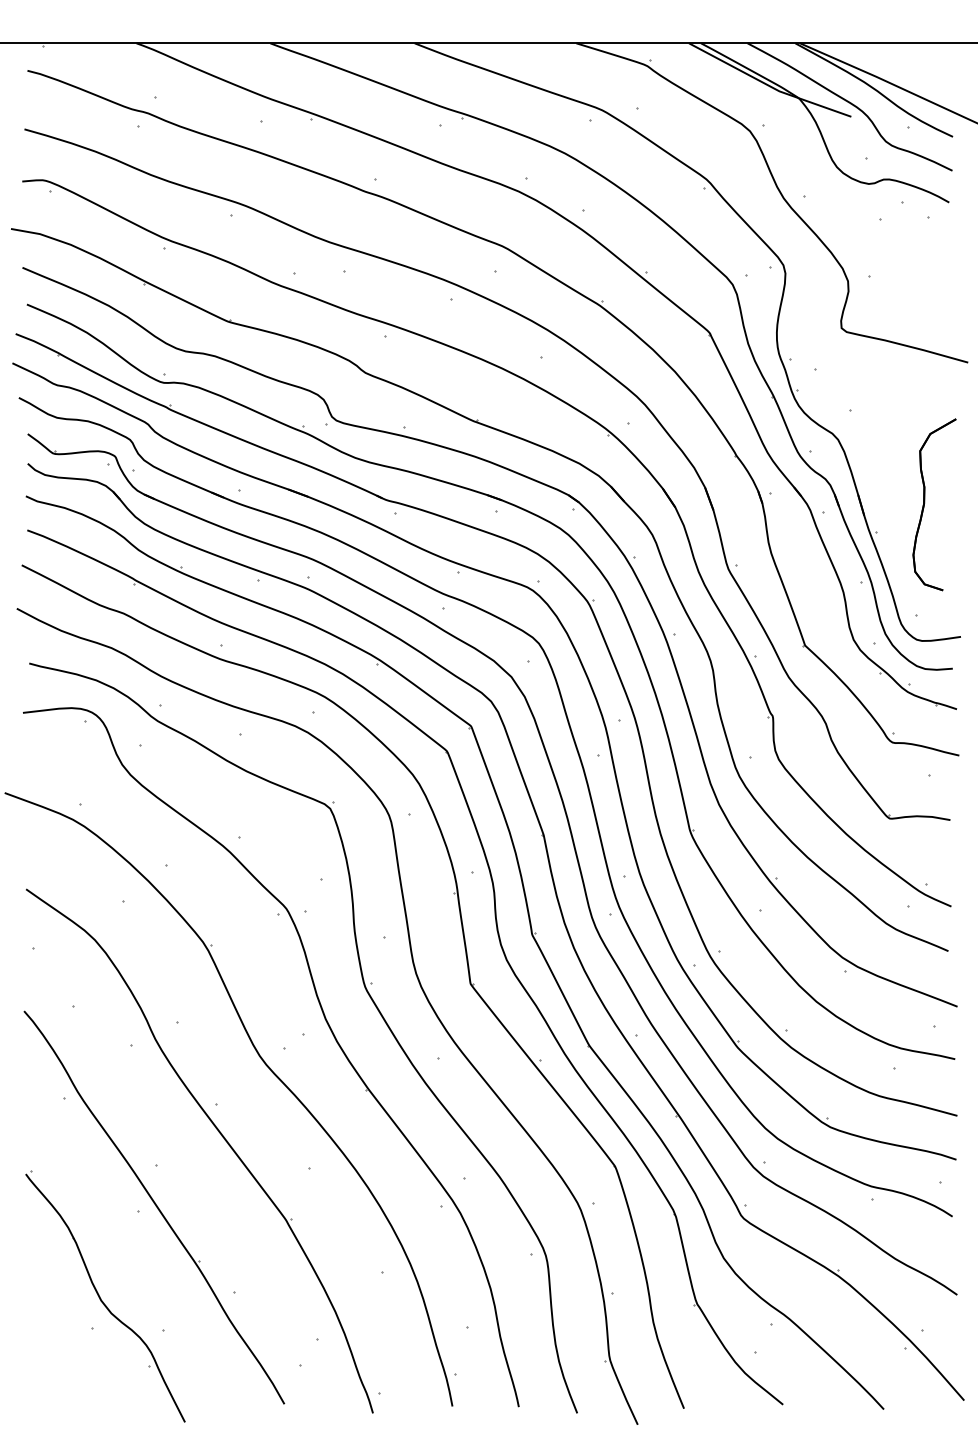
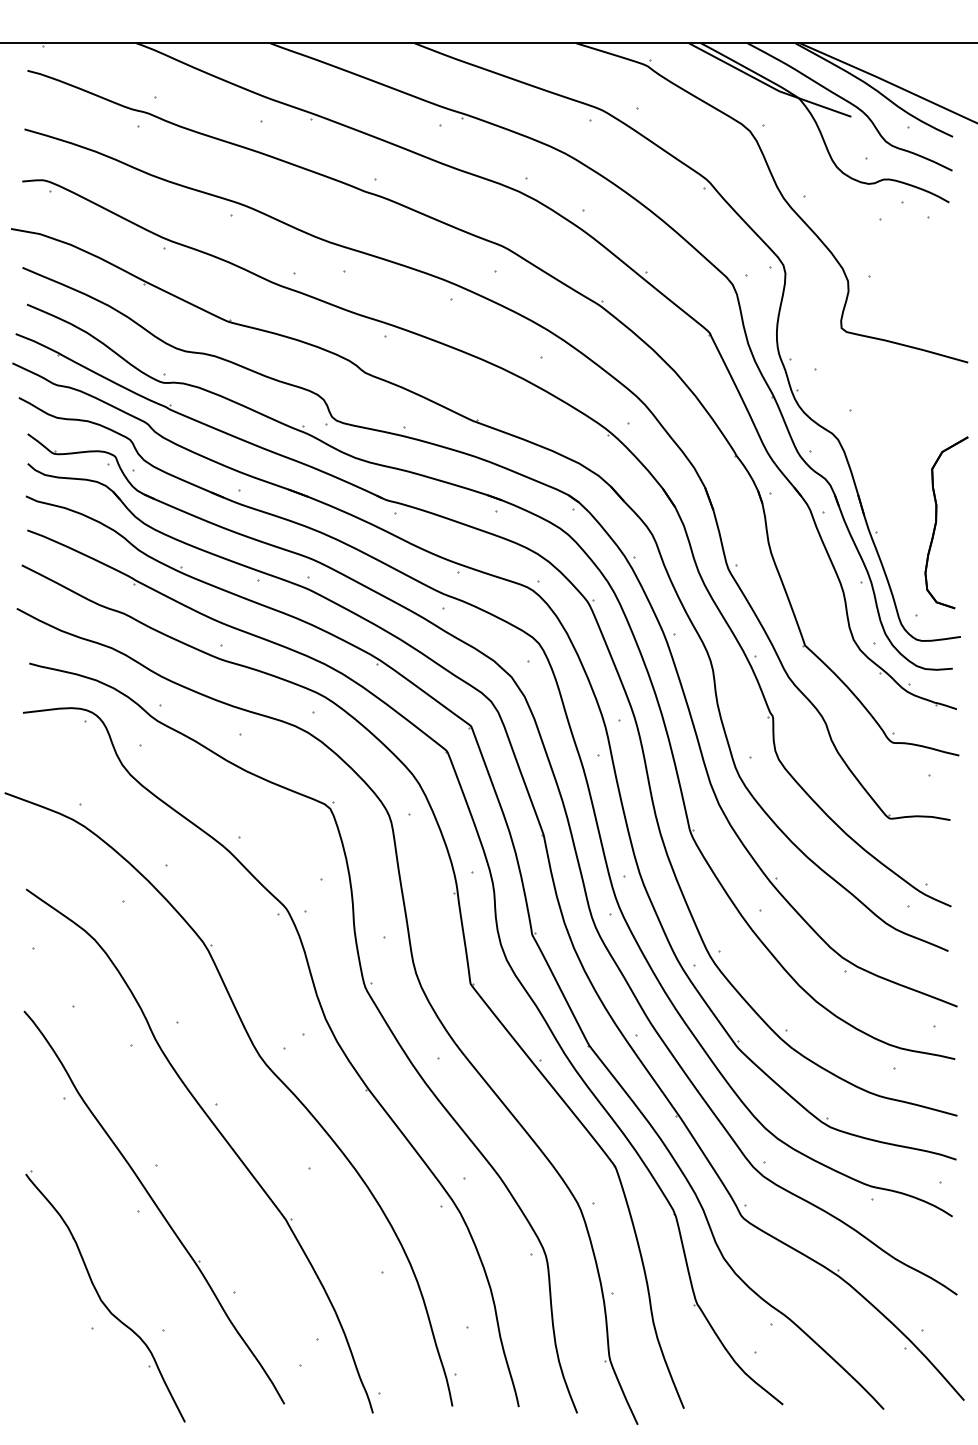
part at (925, 503) position: (925, 503) -> (937, 521)
